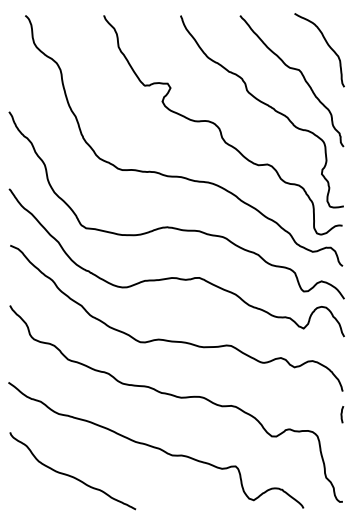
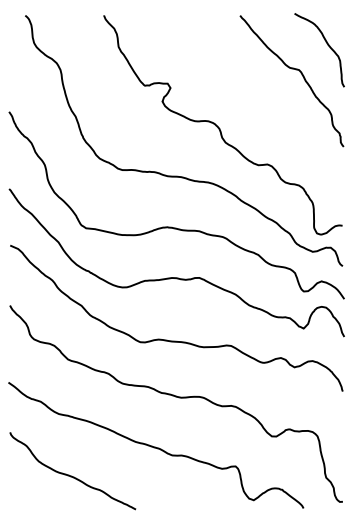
curve at (265, 105): present -> none
curve at (342, 414): present -> none
